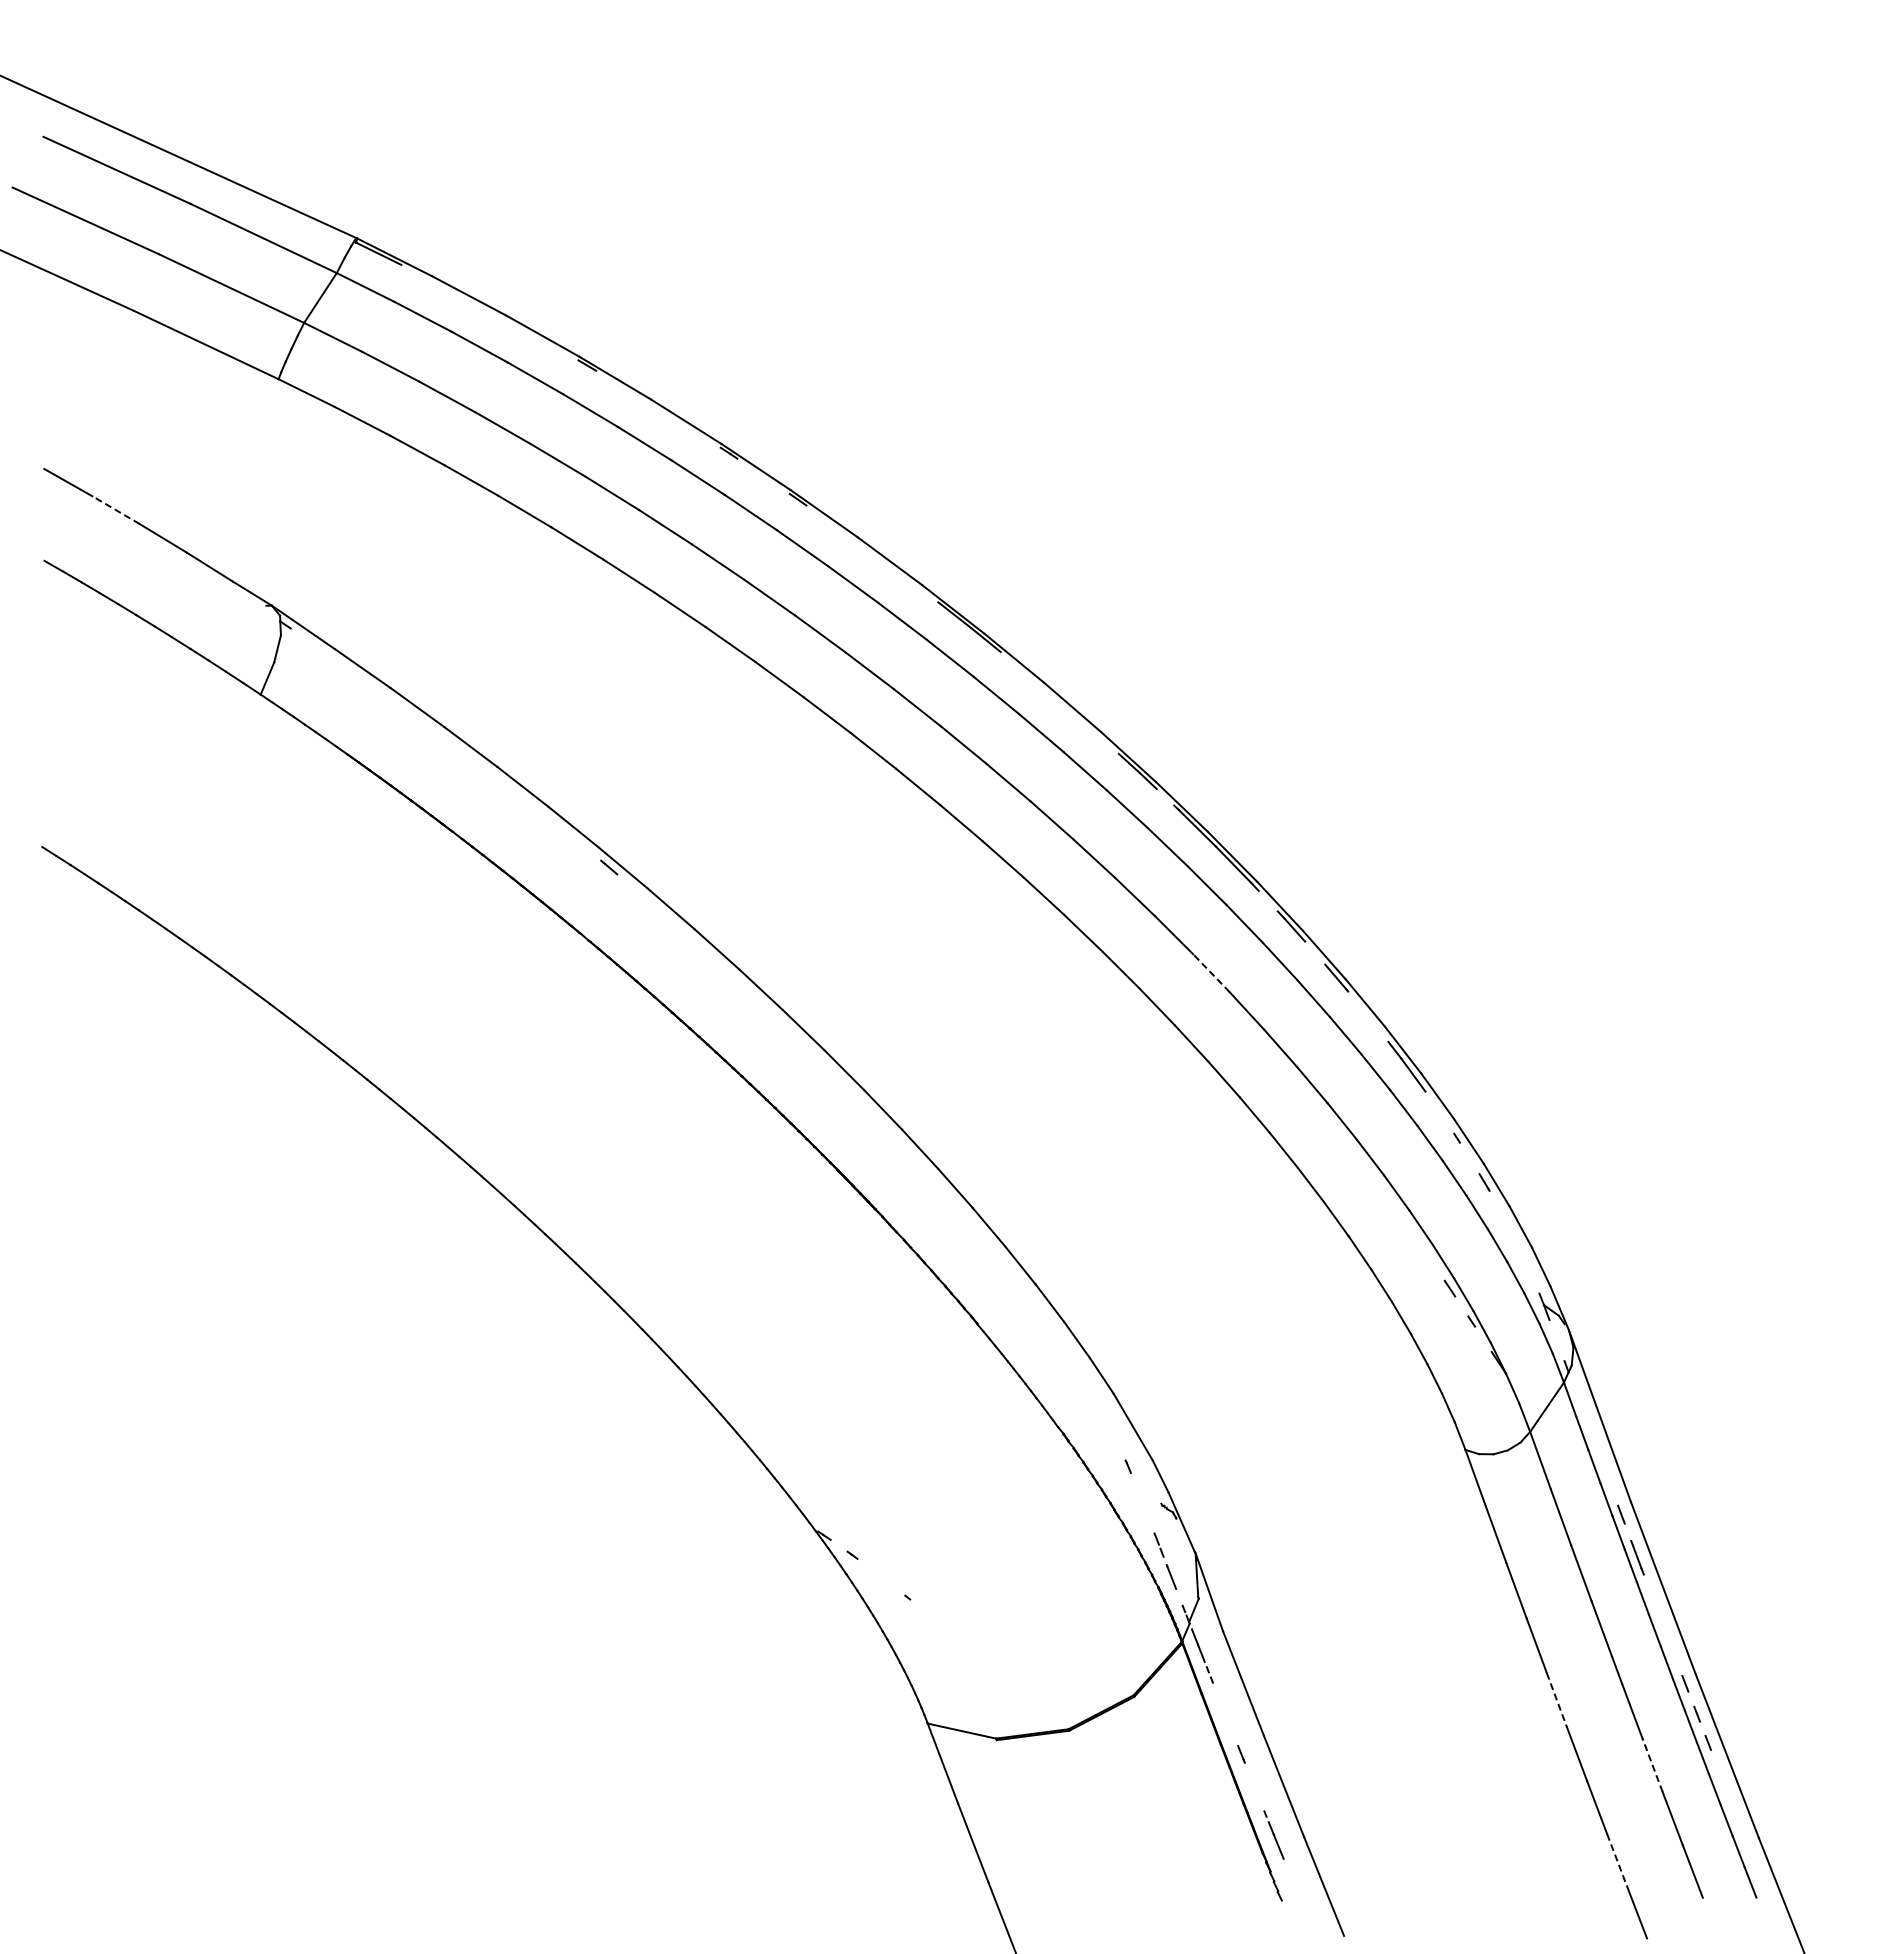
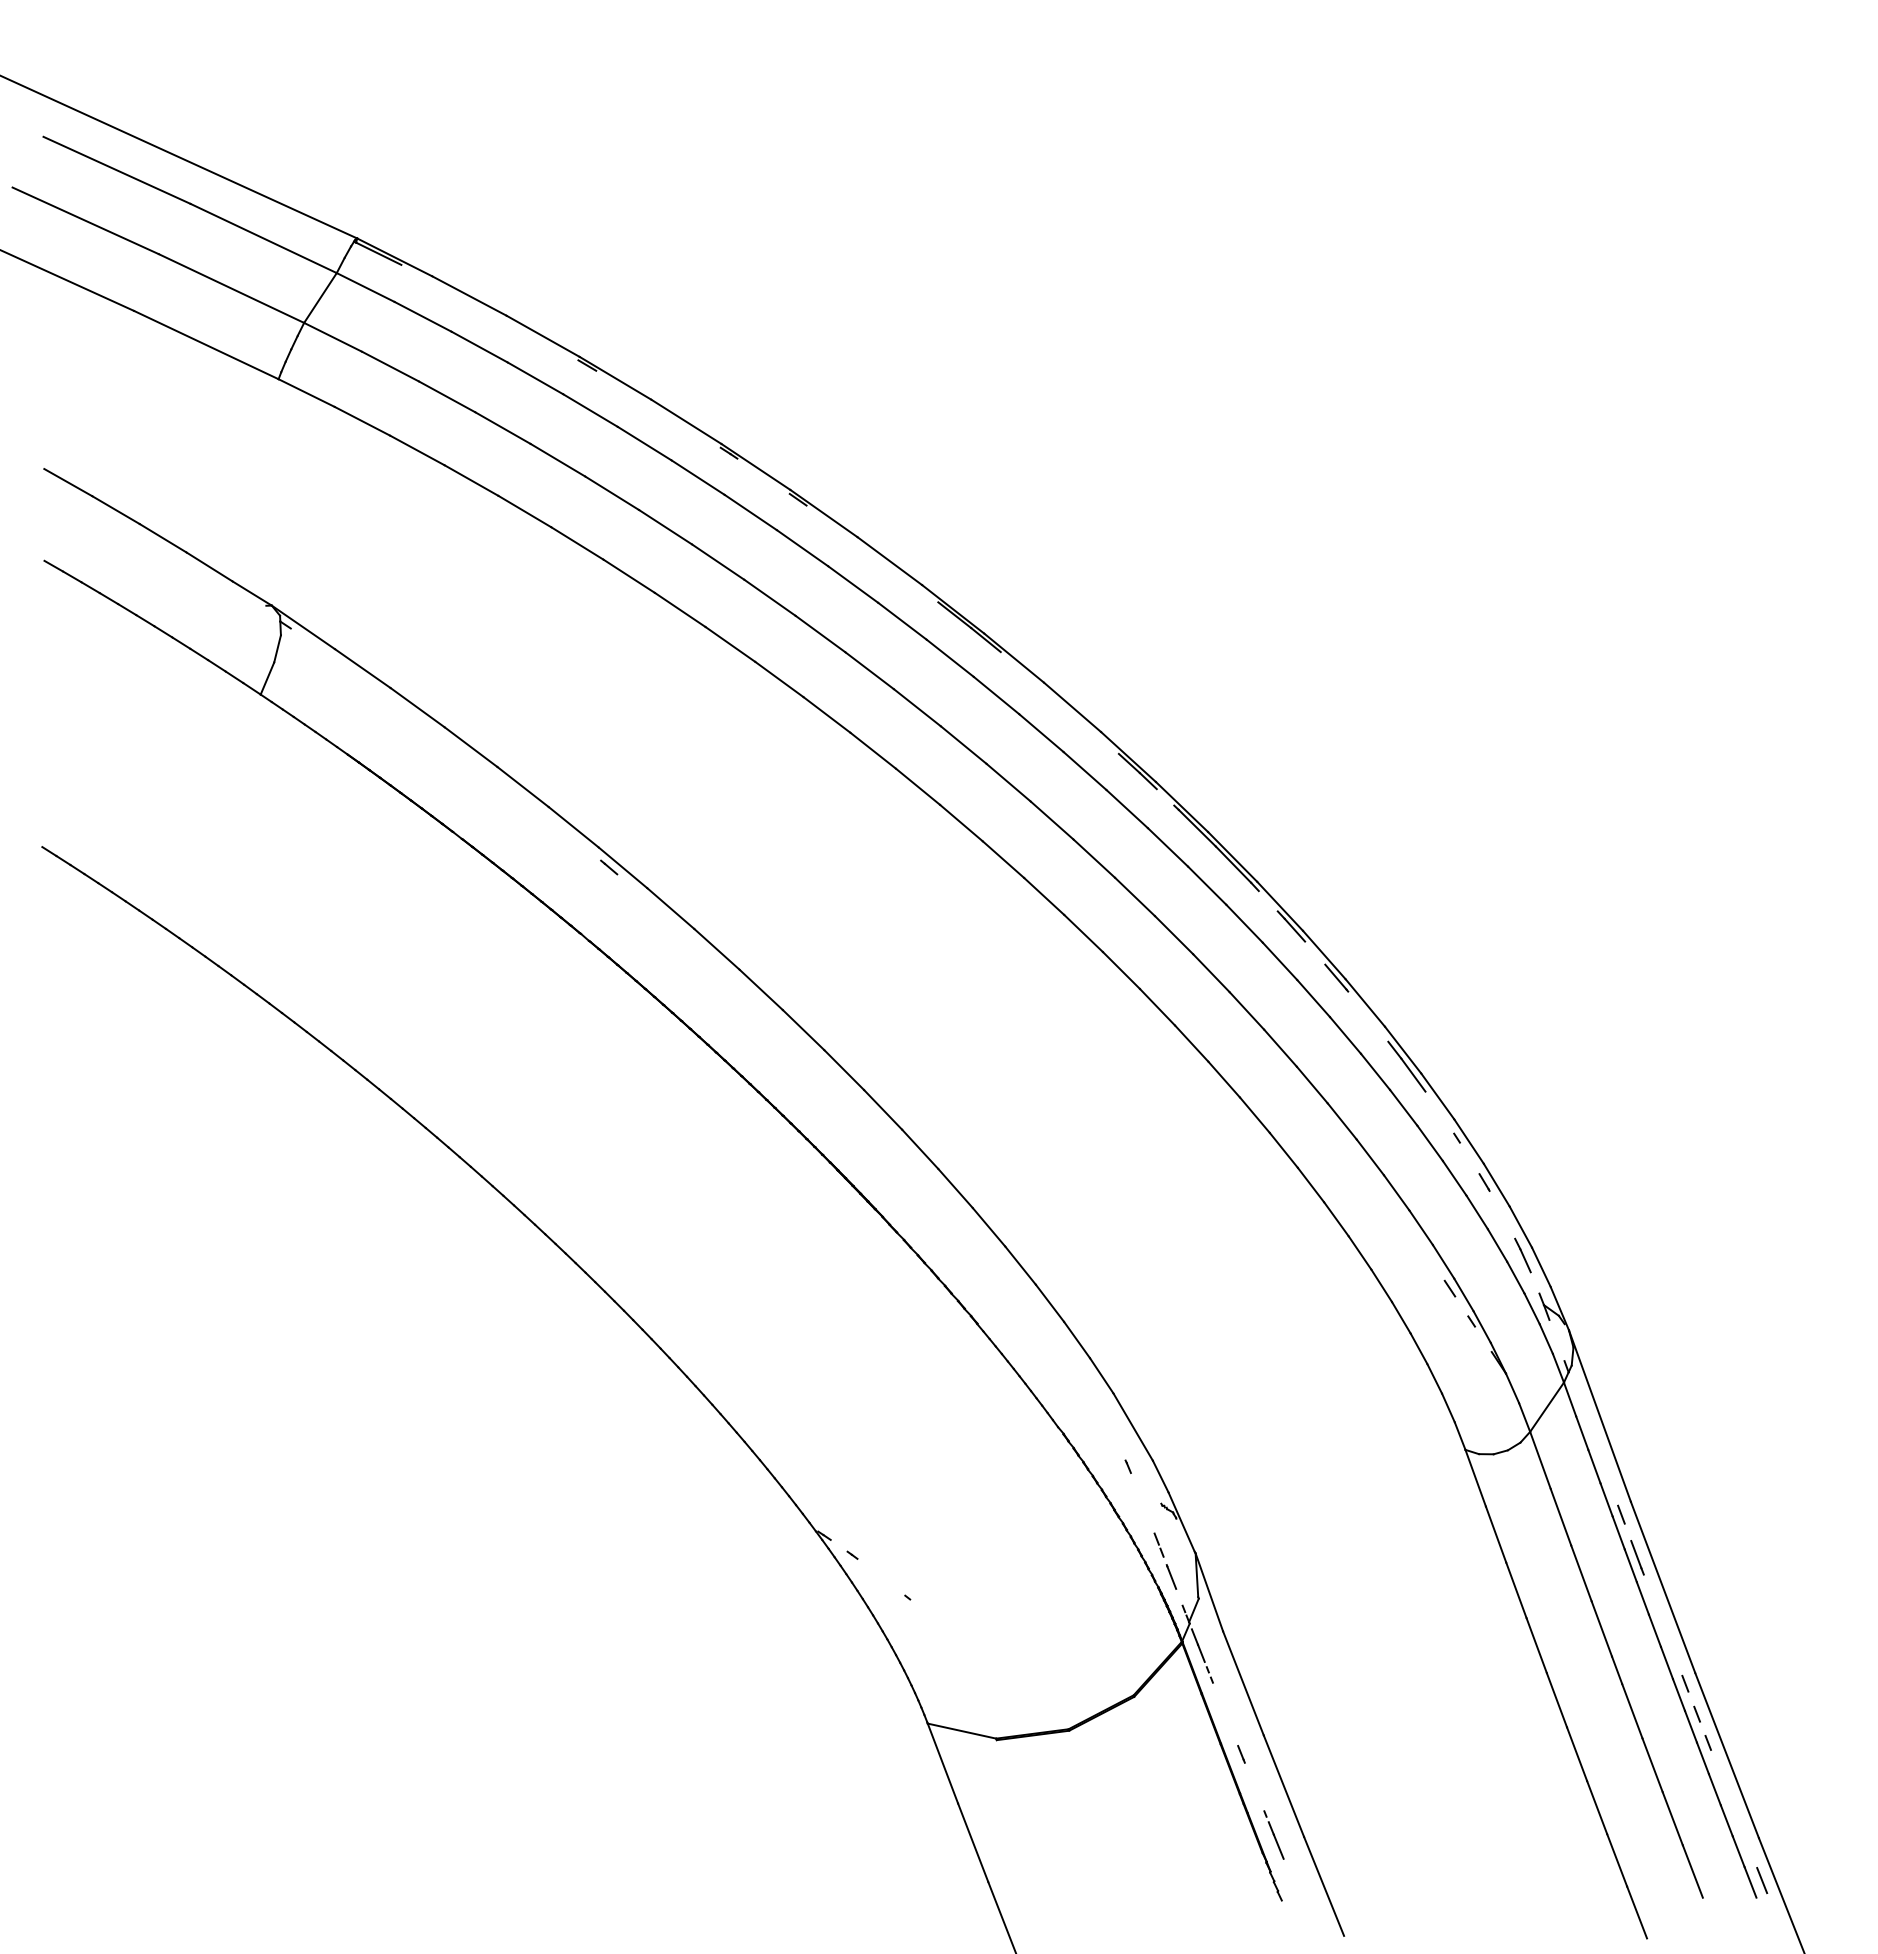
line at (115, 509): dashed -> solid
line at (1211, 972): dashed -> solid
line at (1522, 1255): none -> present
line at (1556, 1700): dashed -> solid
line at (1652, 1765): dashed -> solid
line at (1617, 1860): dashed -> solid
line at (1762, 1880): none -> present
